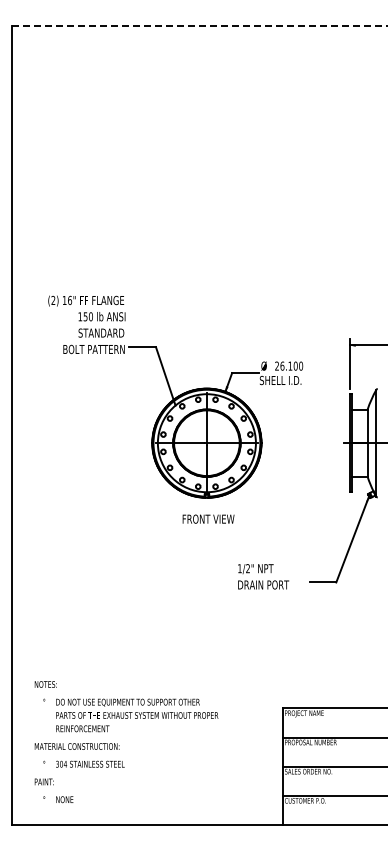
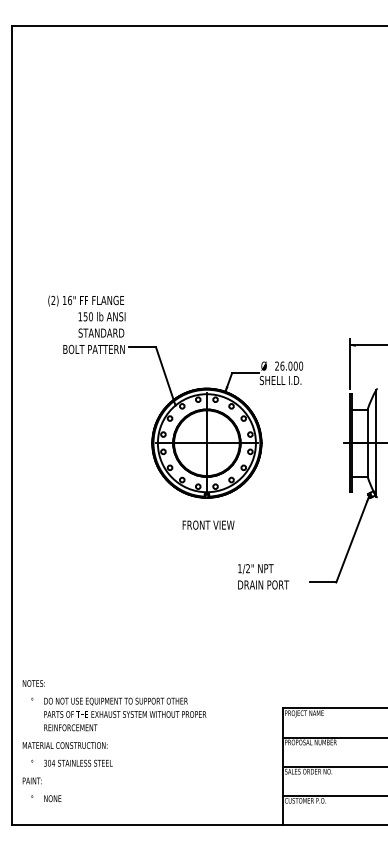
line at (199, 25): dashed -> solid
text at (290, 365): 26.100 -> 26.000
text at (208, 518) position: (208, 518) -> (208, 524)
text at (126, 742) position: (126, 742) -> (114, 741)
